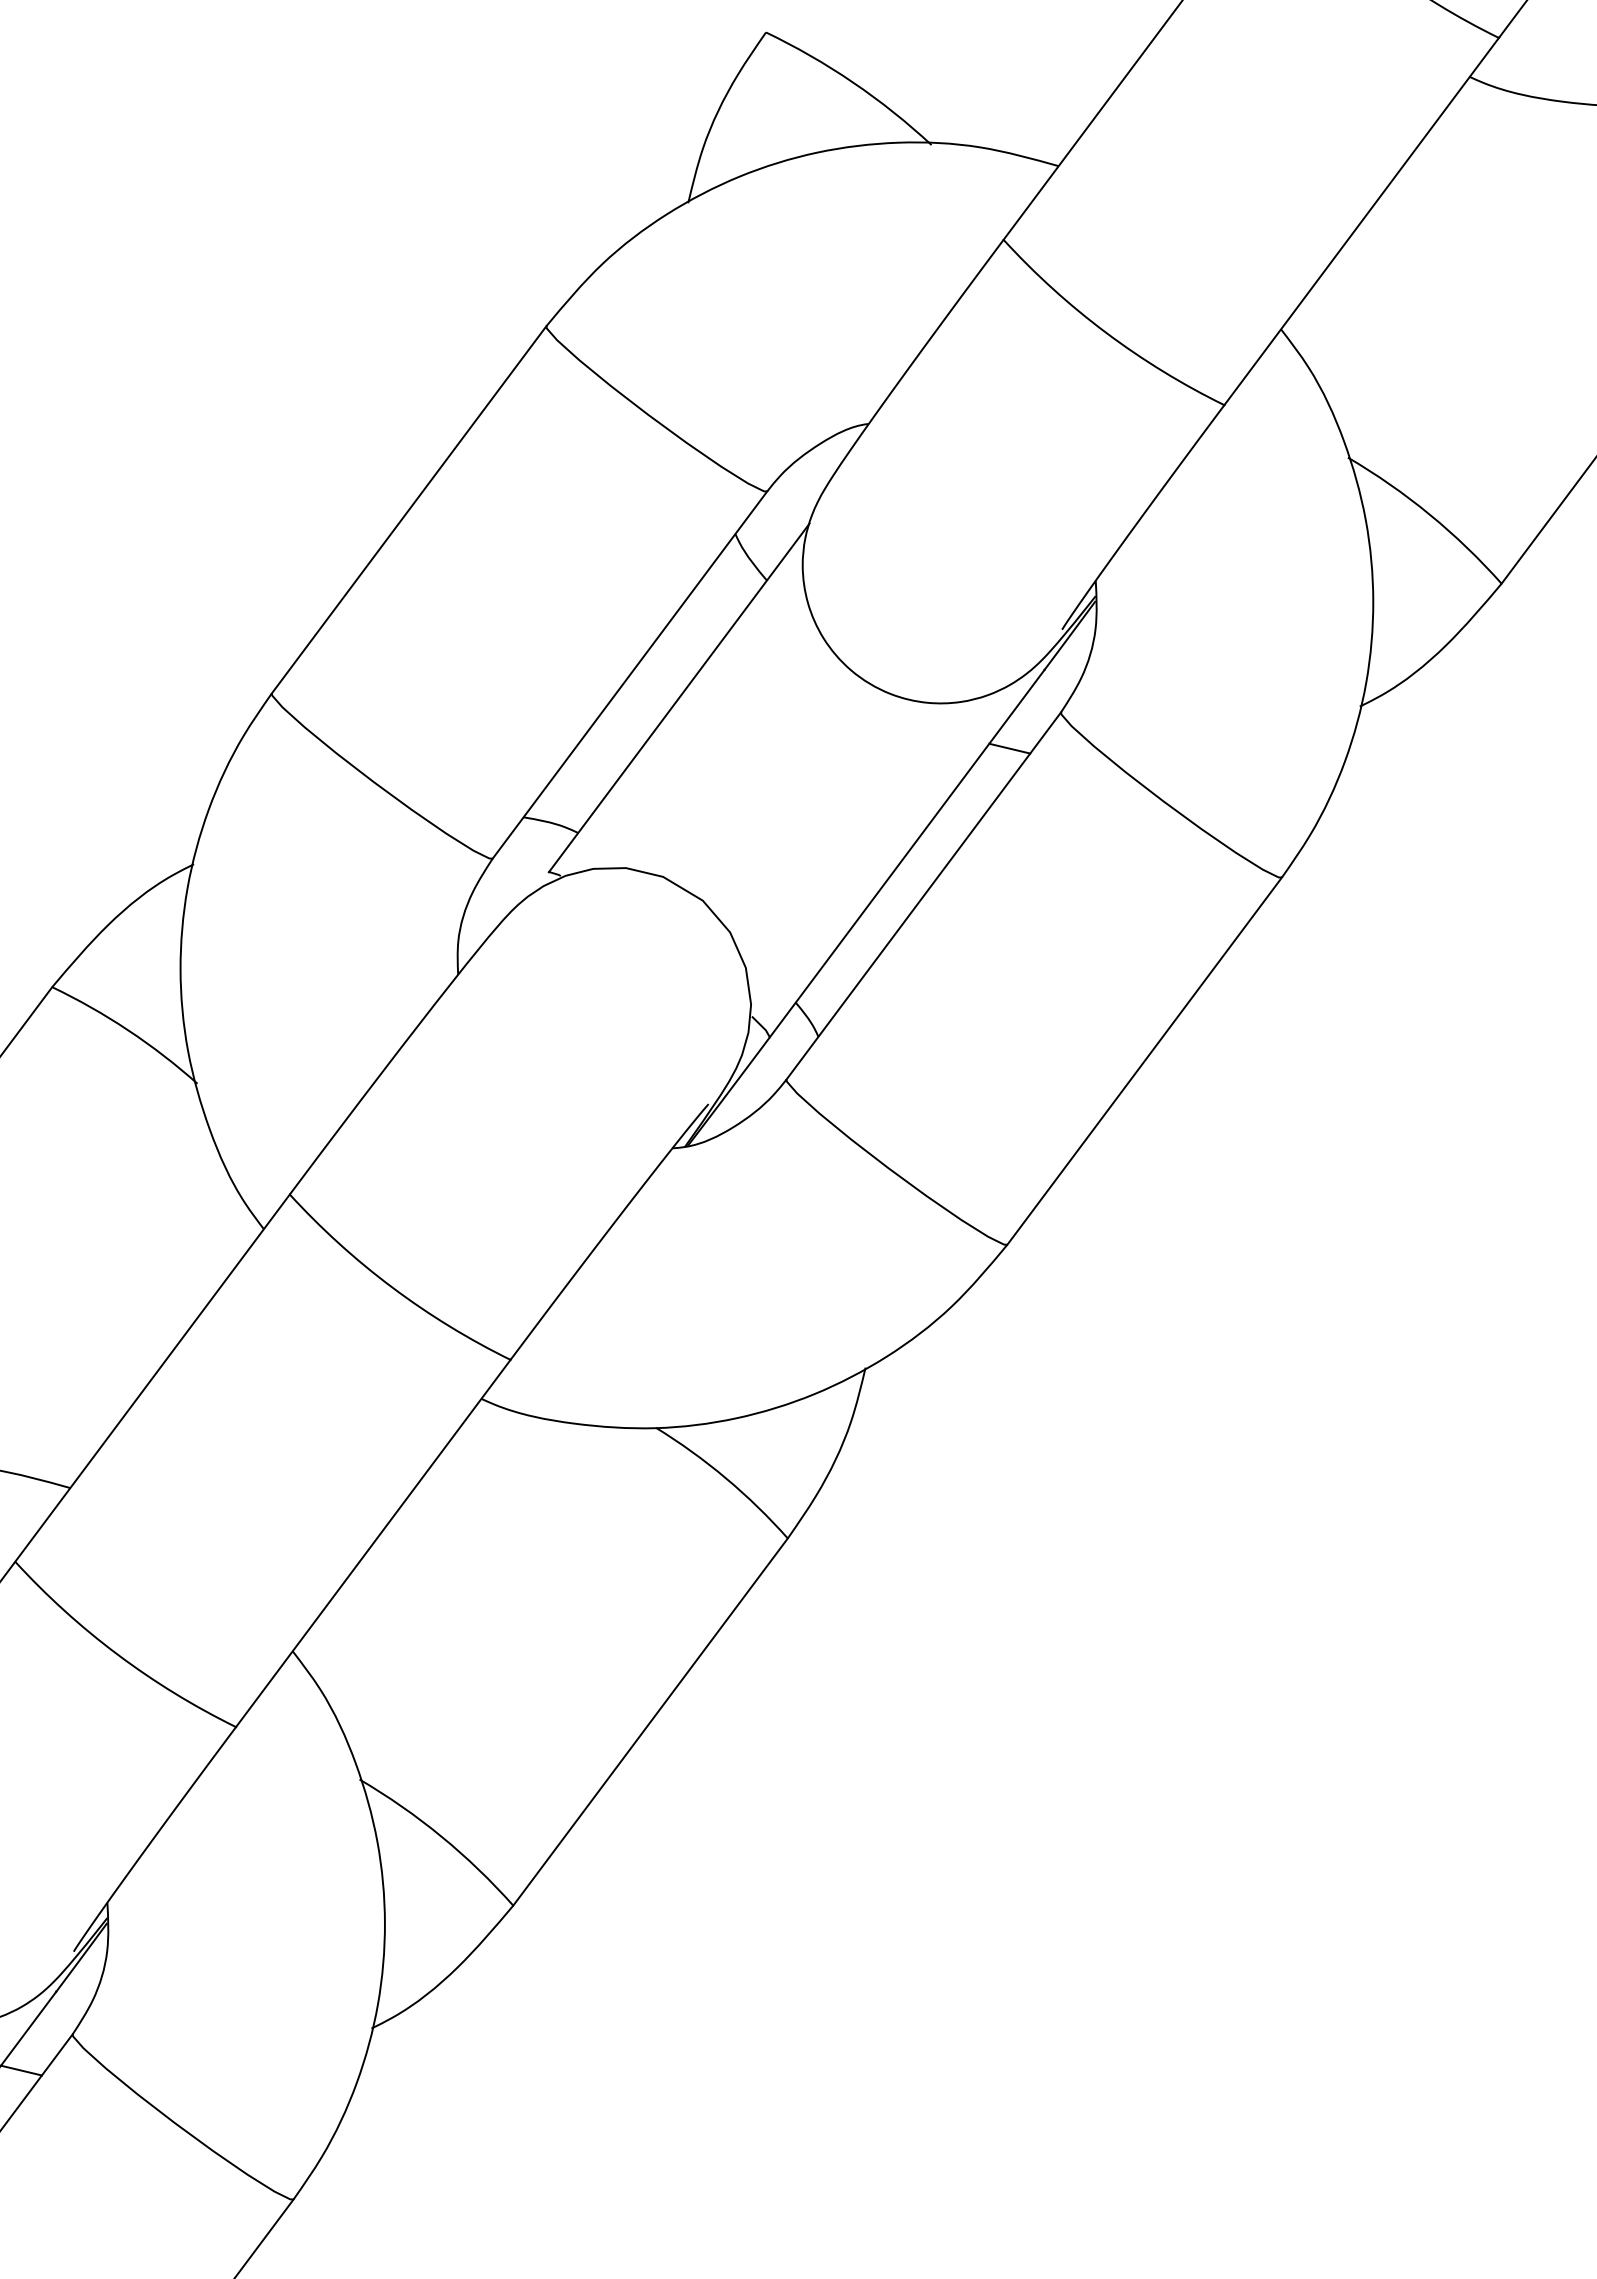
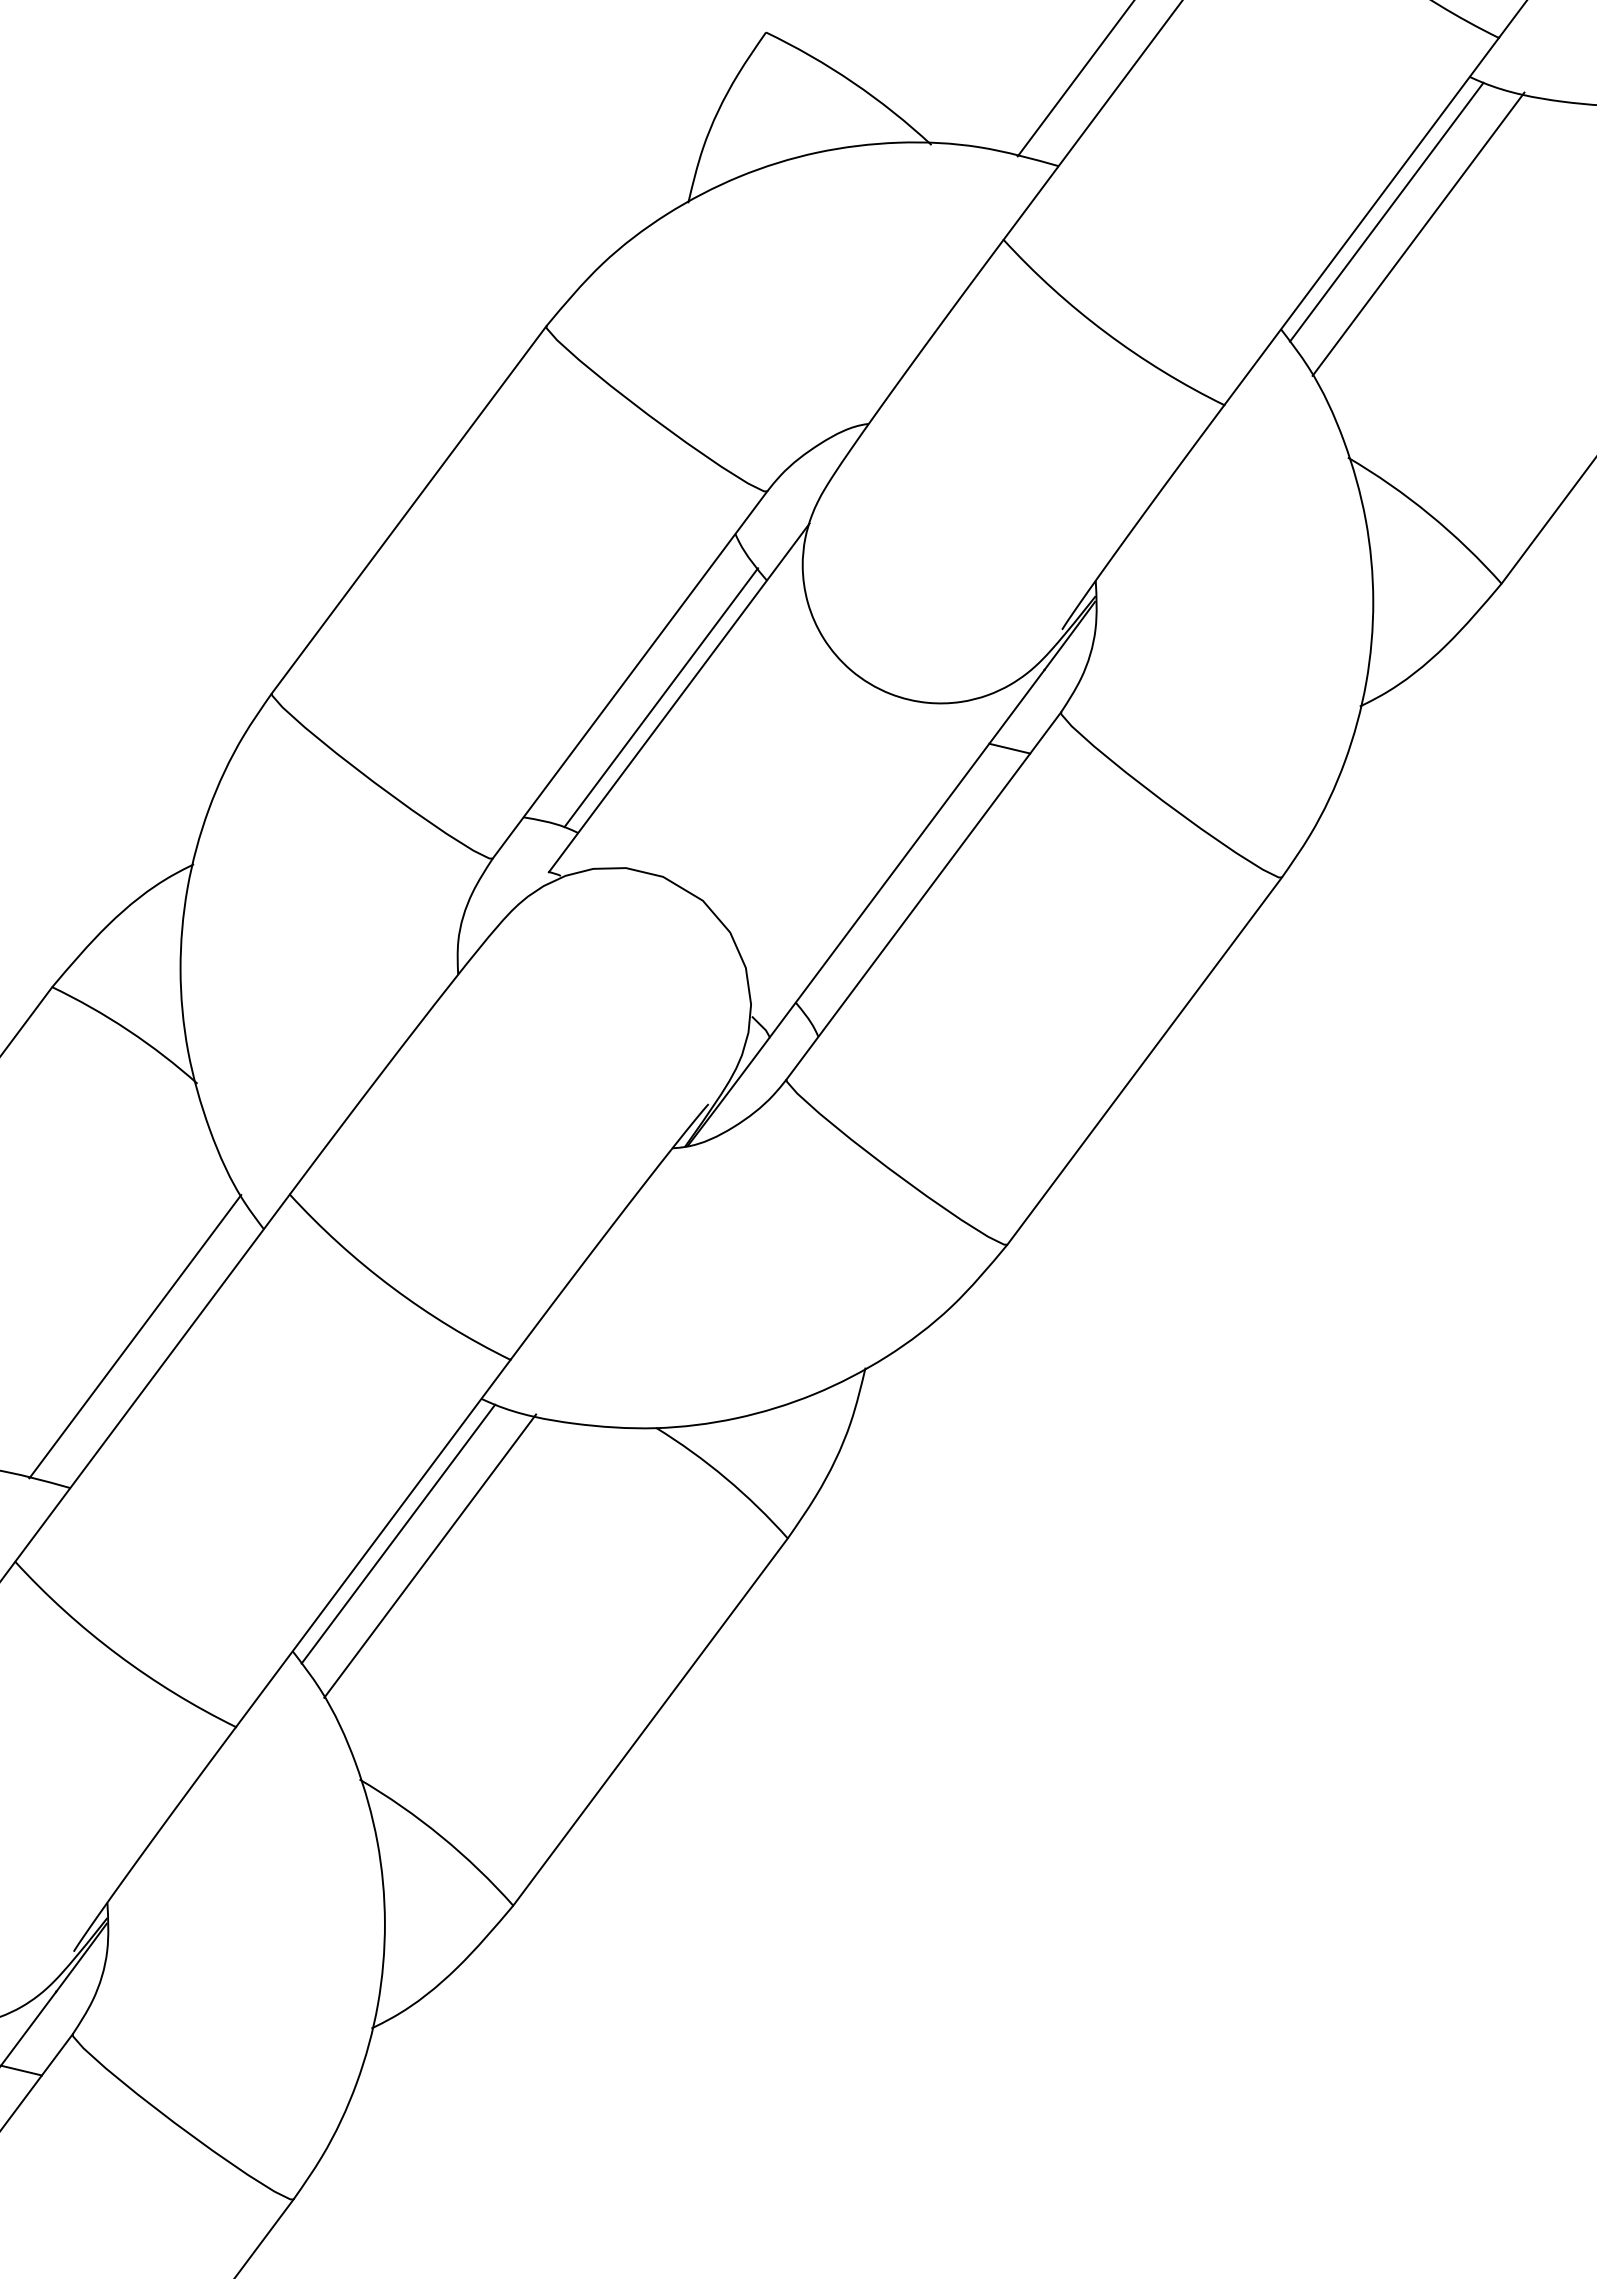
line at (1074, 79): none -> present
line at (1386, 211): none -> present
line at (1418, 233): none -> present
line at (661, 697): none -> present
line at (135, 1336): none -> present
line at (398, 1533): none -> present
line at (430, 1555): none -> present
